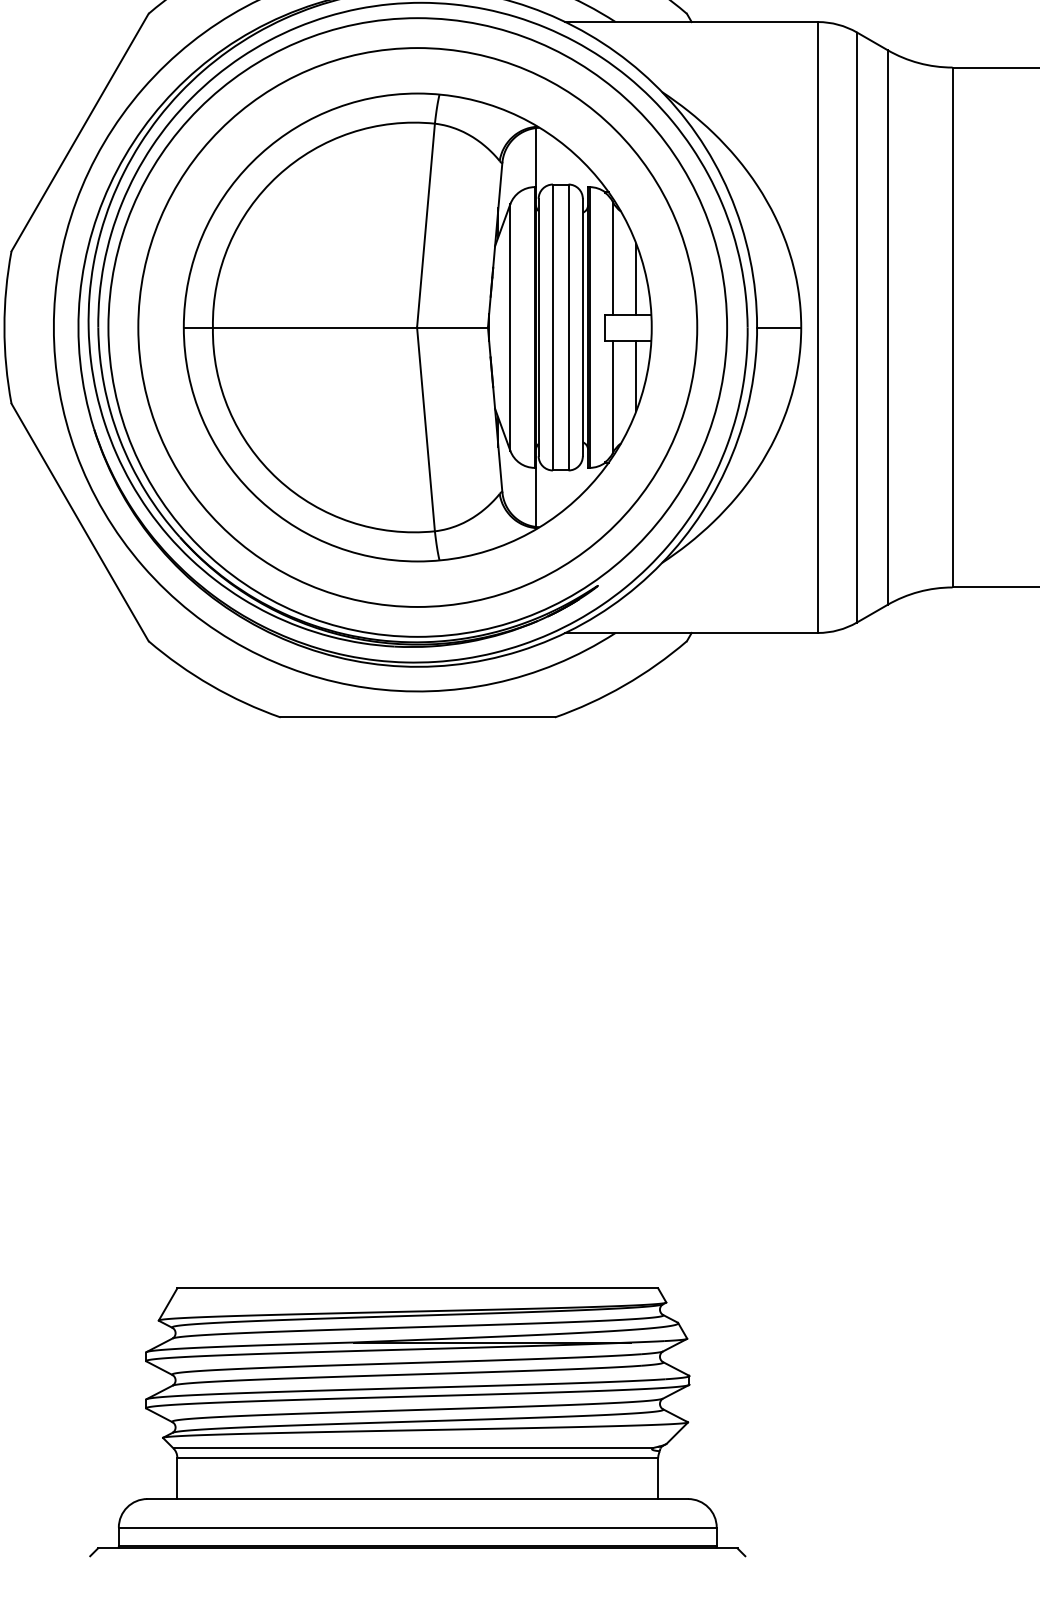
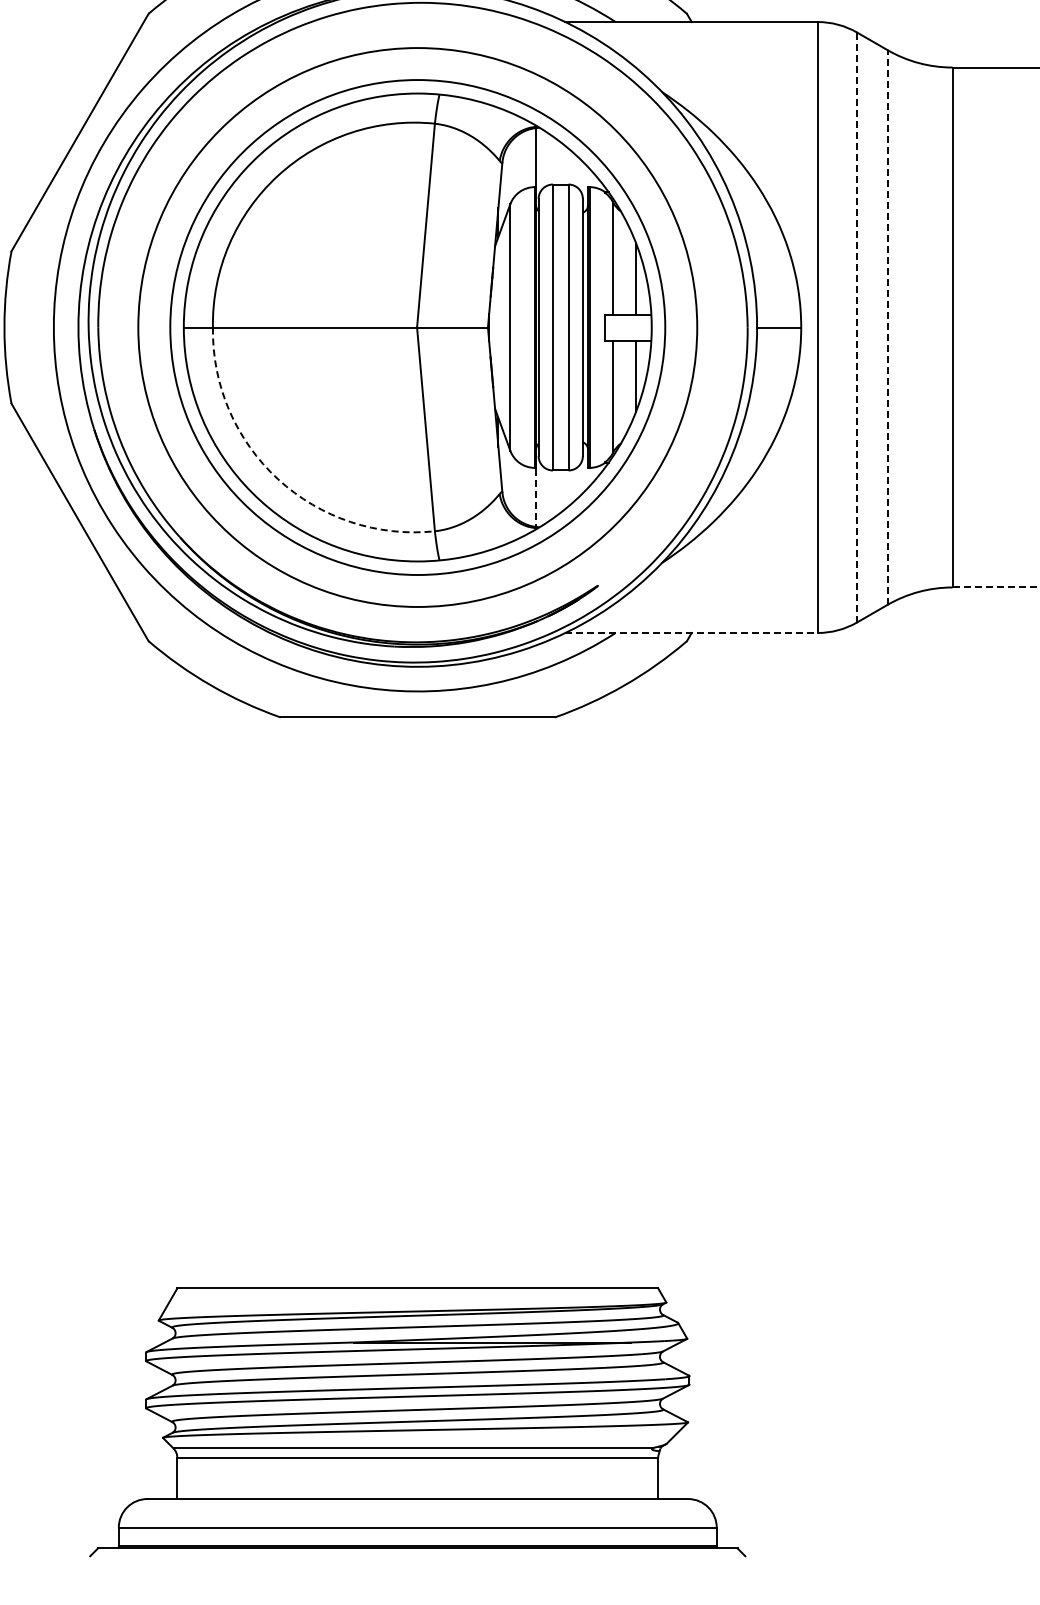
circle at (417, 327) diameter: 619 px -> 495 px
line at (857, 327): solid -> dashed
line at (887, 327): solid -> dashed
arc at (278, 479): solid -> dashed
line at (536, 498): solid -> dashed
line at (996, 587): solid -> dashed
line at (692, 632): solid -> dashed
